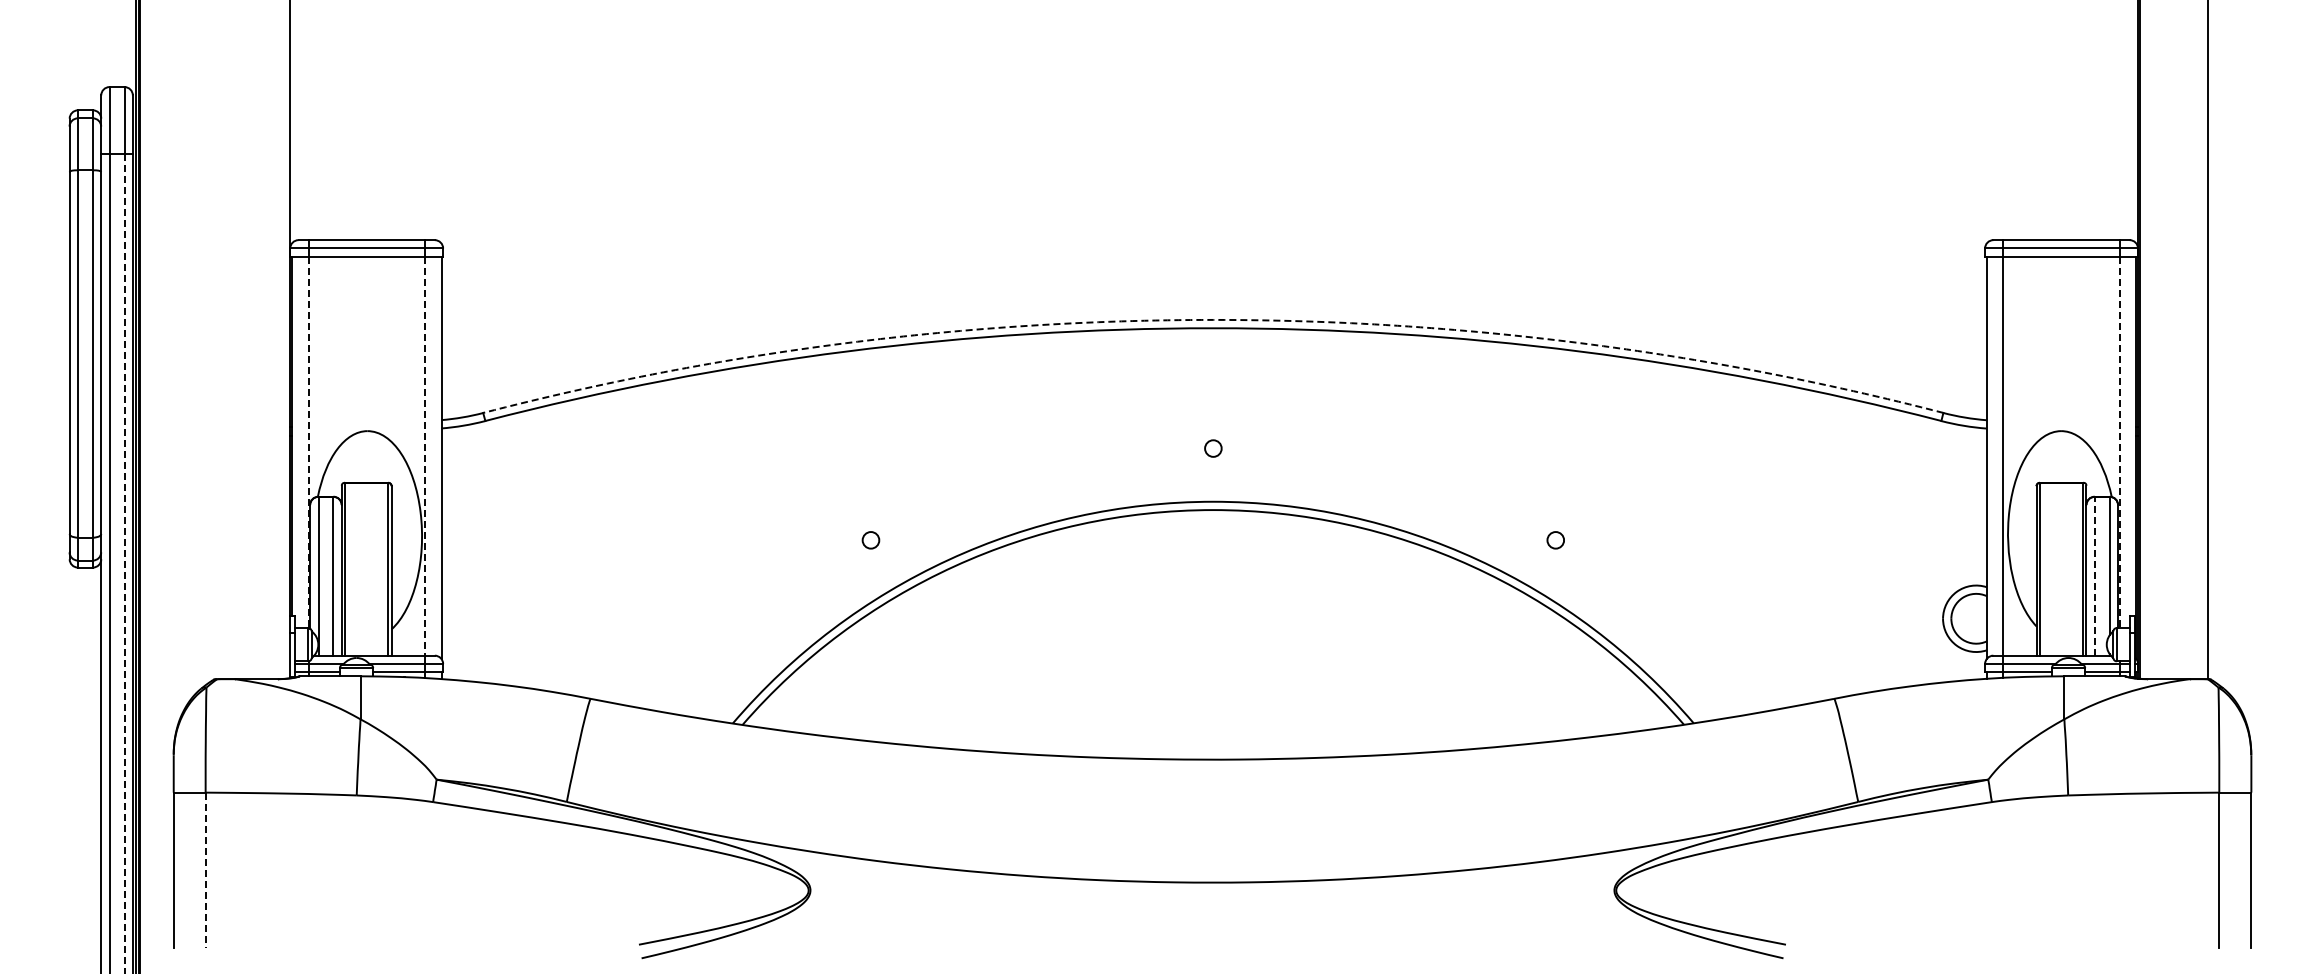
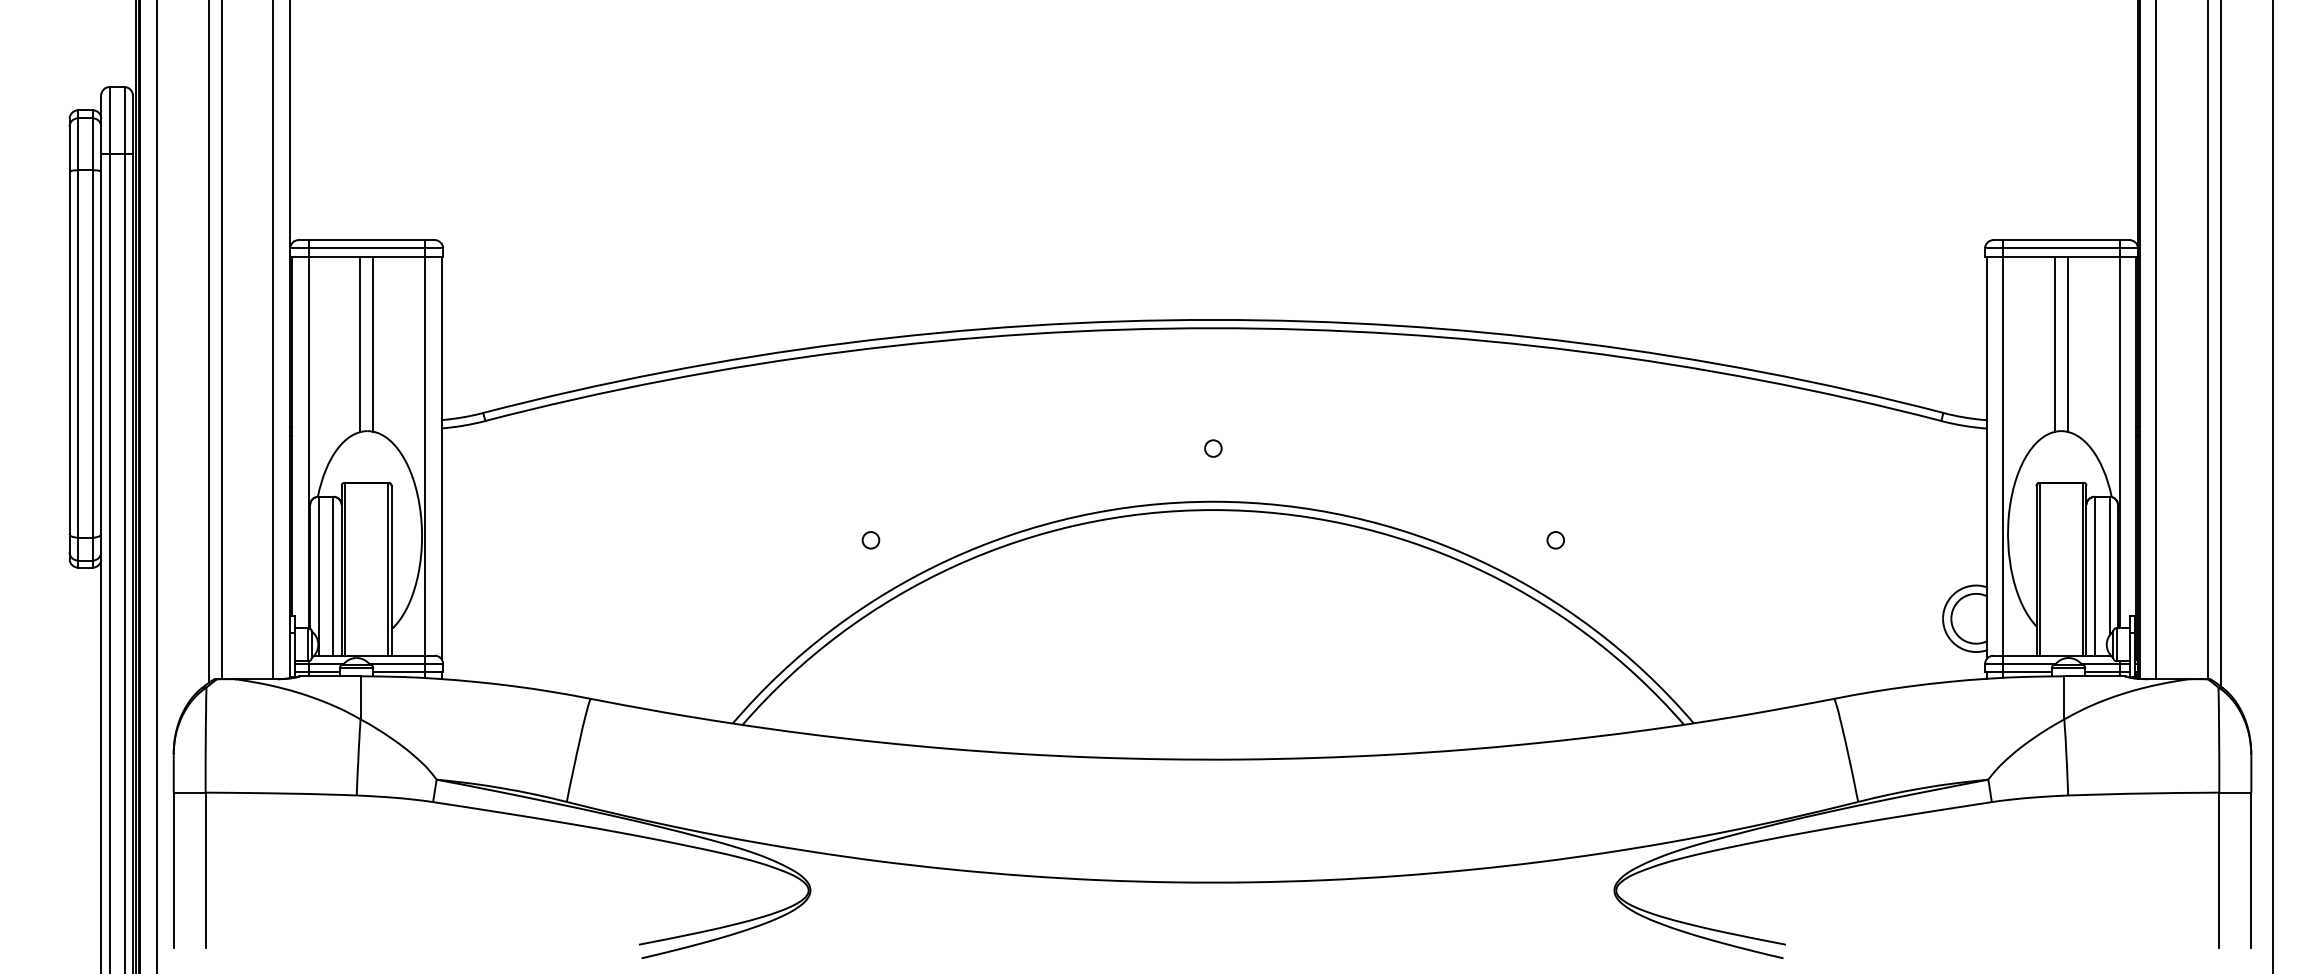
arc at (1213, 319): dashed -> solid
line at (221, 340): none -> present
line at (273, 340): none -> present
line at (2156, 340): none -> present
line at (208, 342): none -> present
line at (373, 343): none -> present
line at (2054, 343): none -> present
line at (2068, 343): none -> present
line at (360, 344): none -> present
line at (2221, 344): none -> present
line at (308, 442): dashed -> solid
line at (2119, 442): dashed -> solid
line at (424, 456): dashed -> solid
line at (157, 486): none -> present
line at (2272, 486): none -> present
line at (124, 564): dashed -> solid
line at (2094, 575): dashed -> solid
line at (205, 870): dashed -> solid
